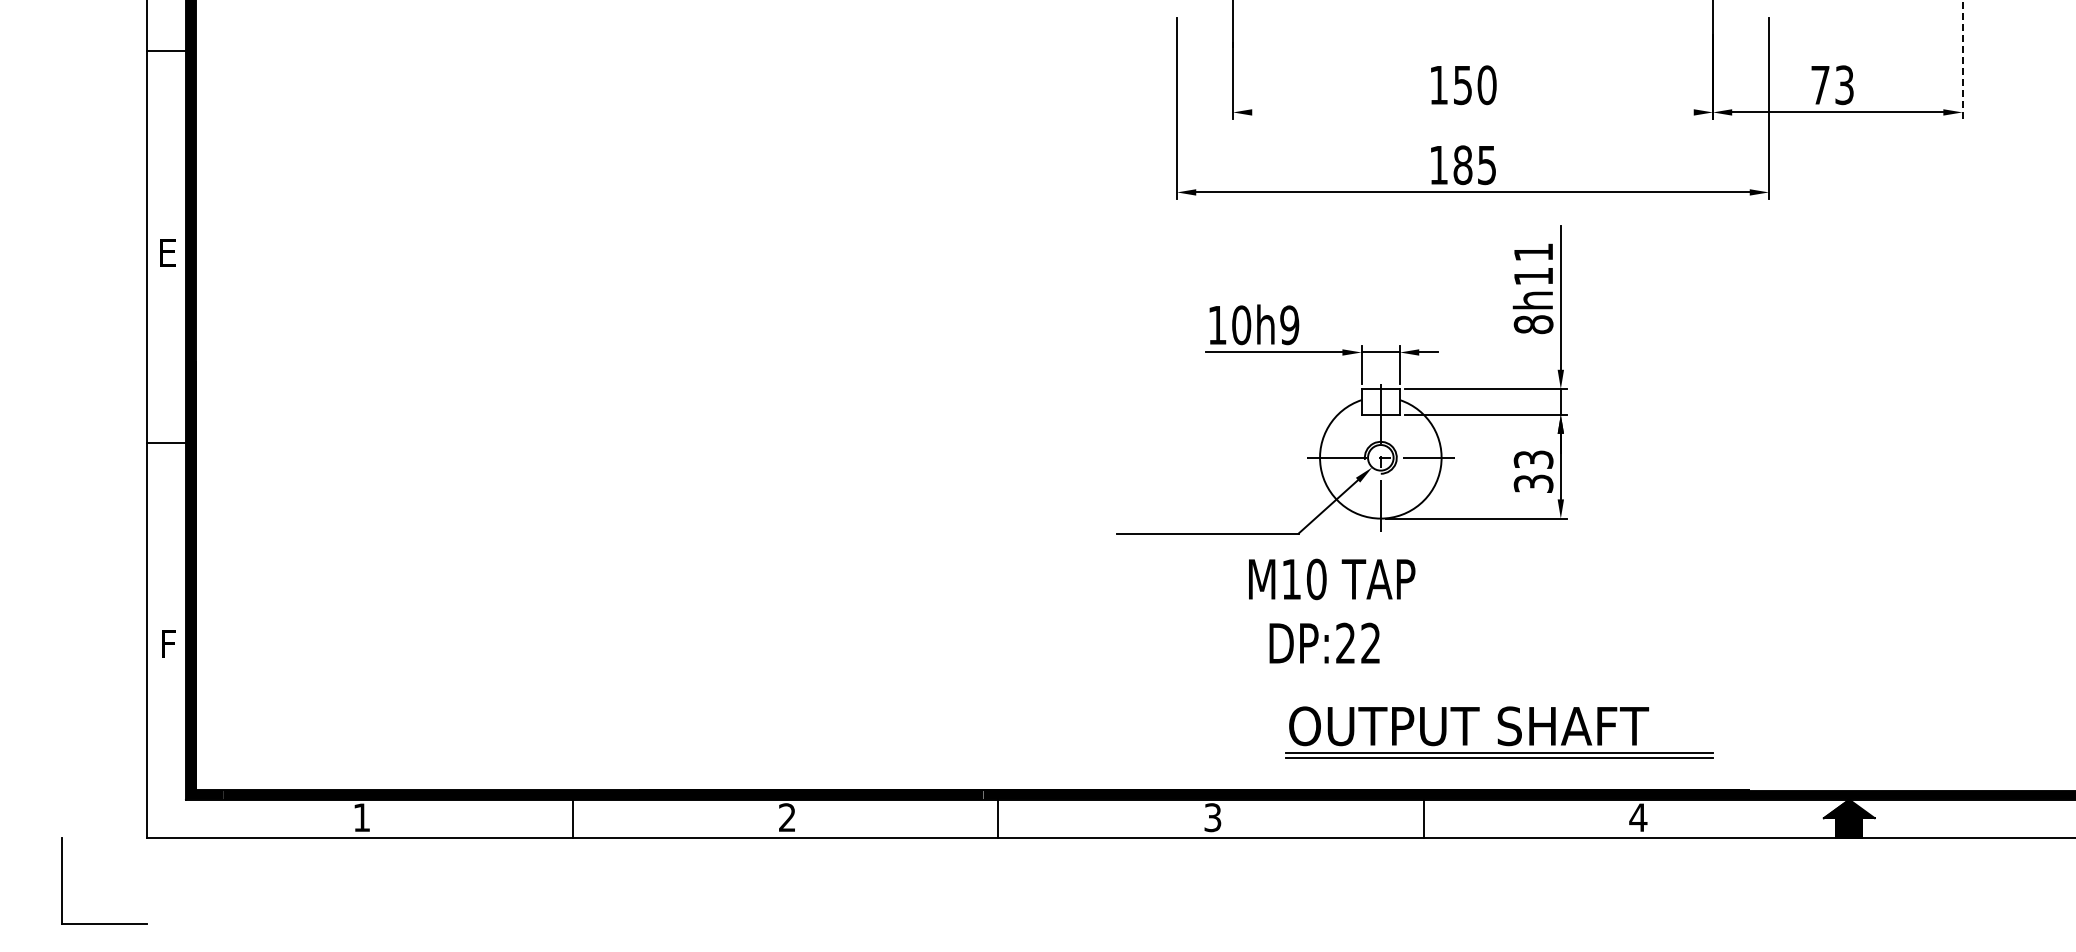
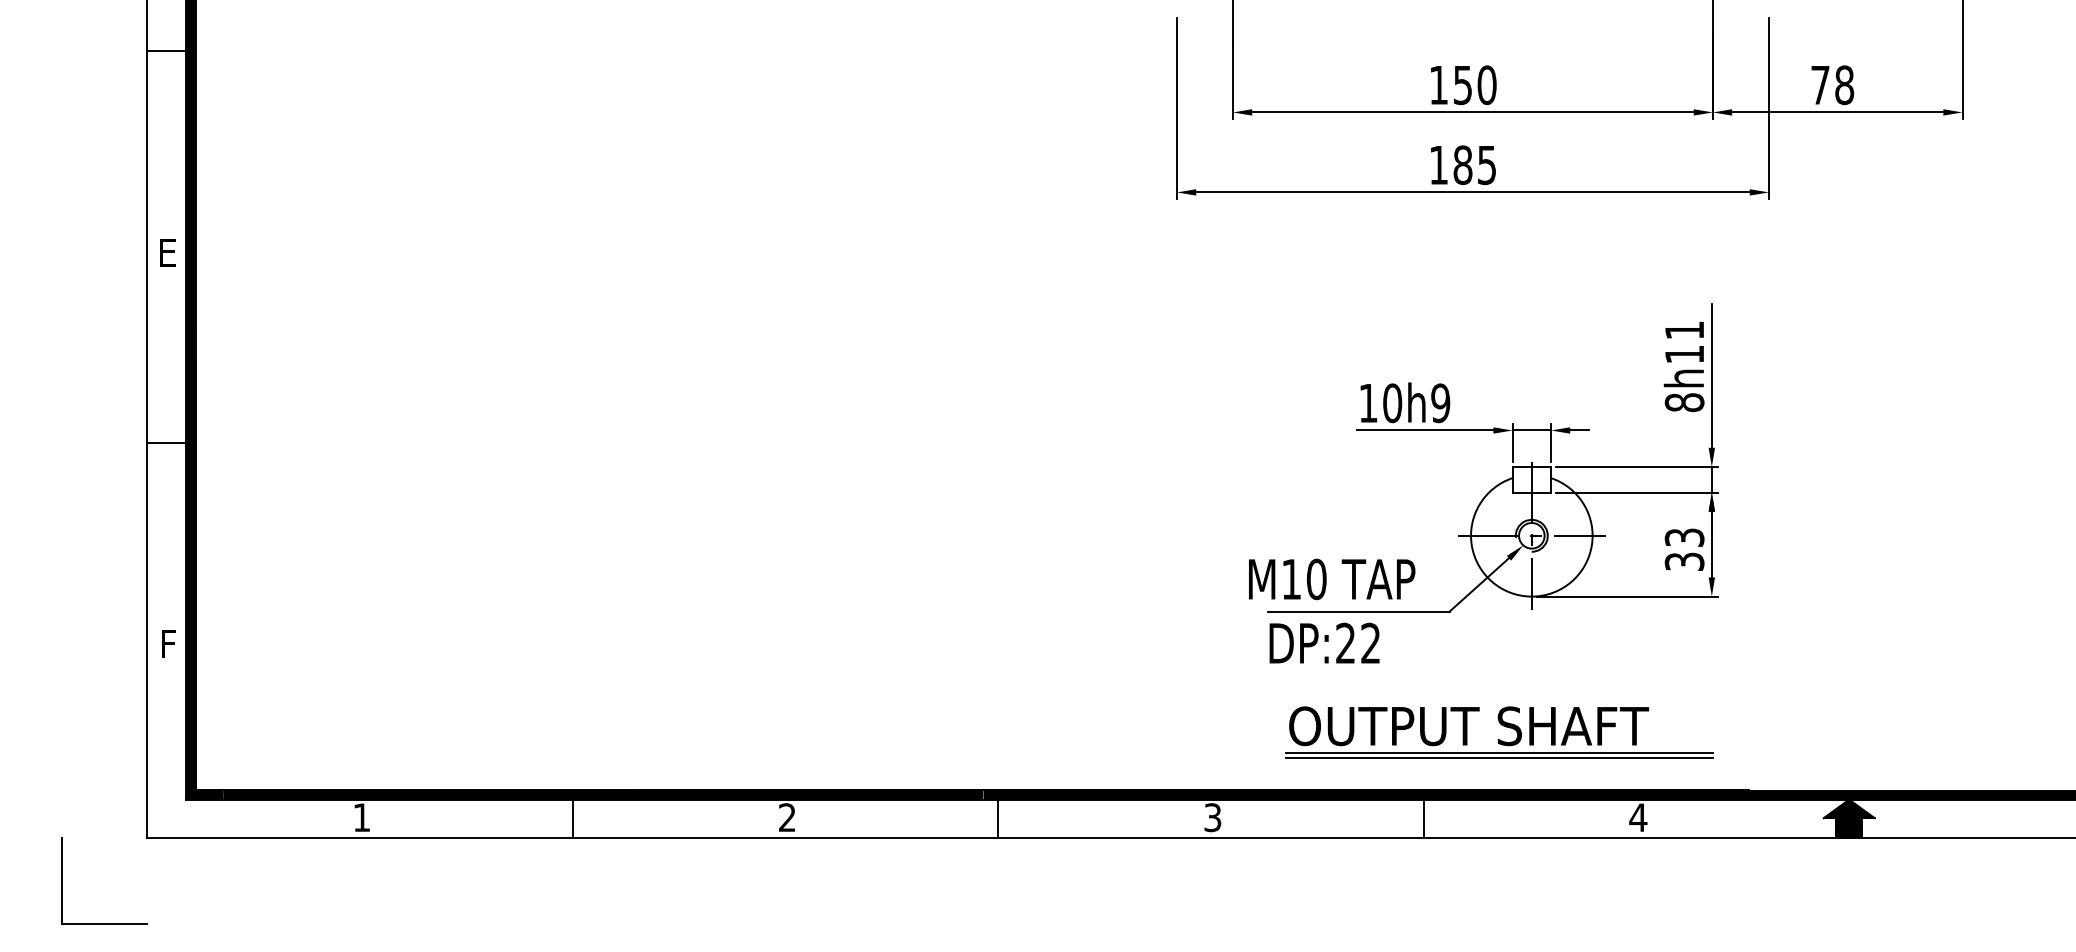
line at (1962, 59): dashed -> solid
text at (1844, 85): 73 -> 78
line at (1472, 112): none -> present
part at (1361, 379) position: (1361, 379) -> (1512, 457)
